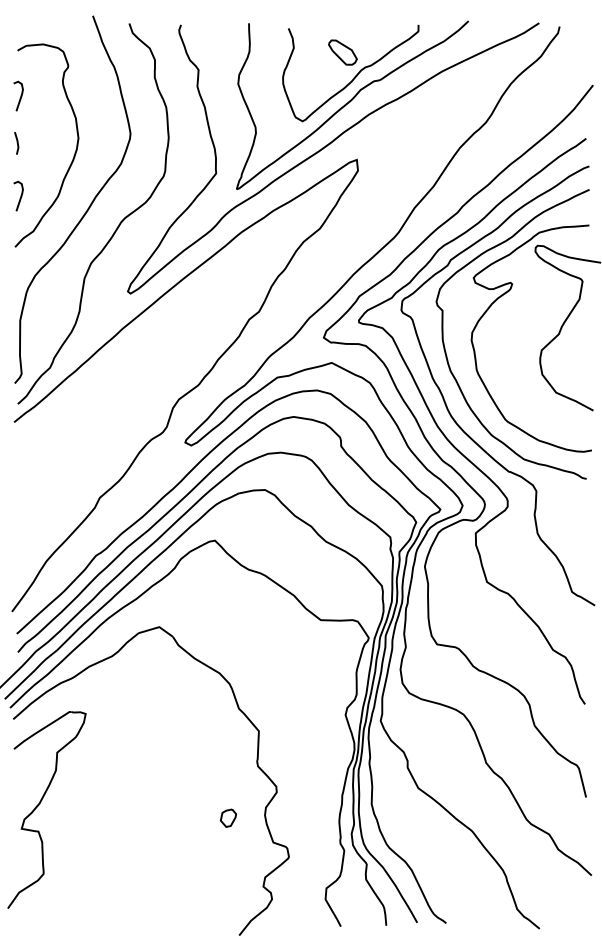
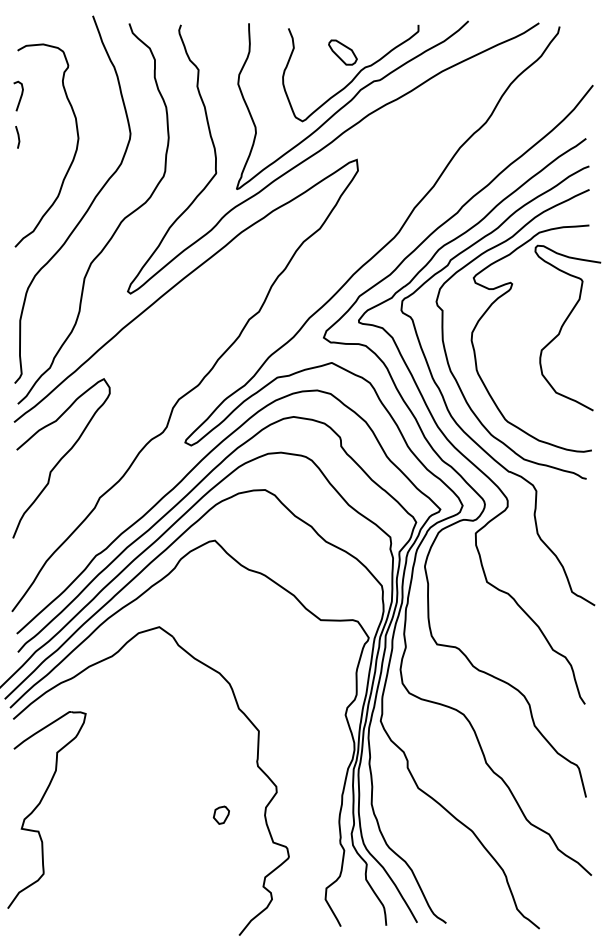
line at (16, 142) position: (16, 142) -> (17, 136)
curve at (20, 195): present -> none
curve at (61, 458): none -> present
part at (227, 817) position: (227, 817) -> (220, 814)
